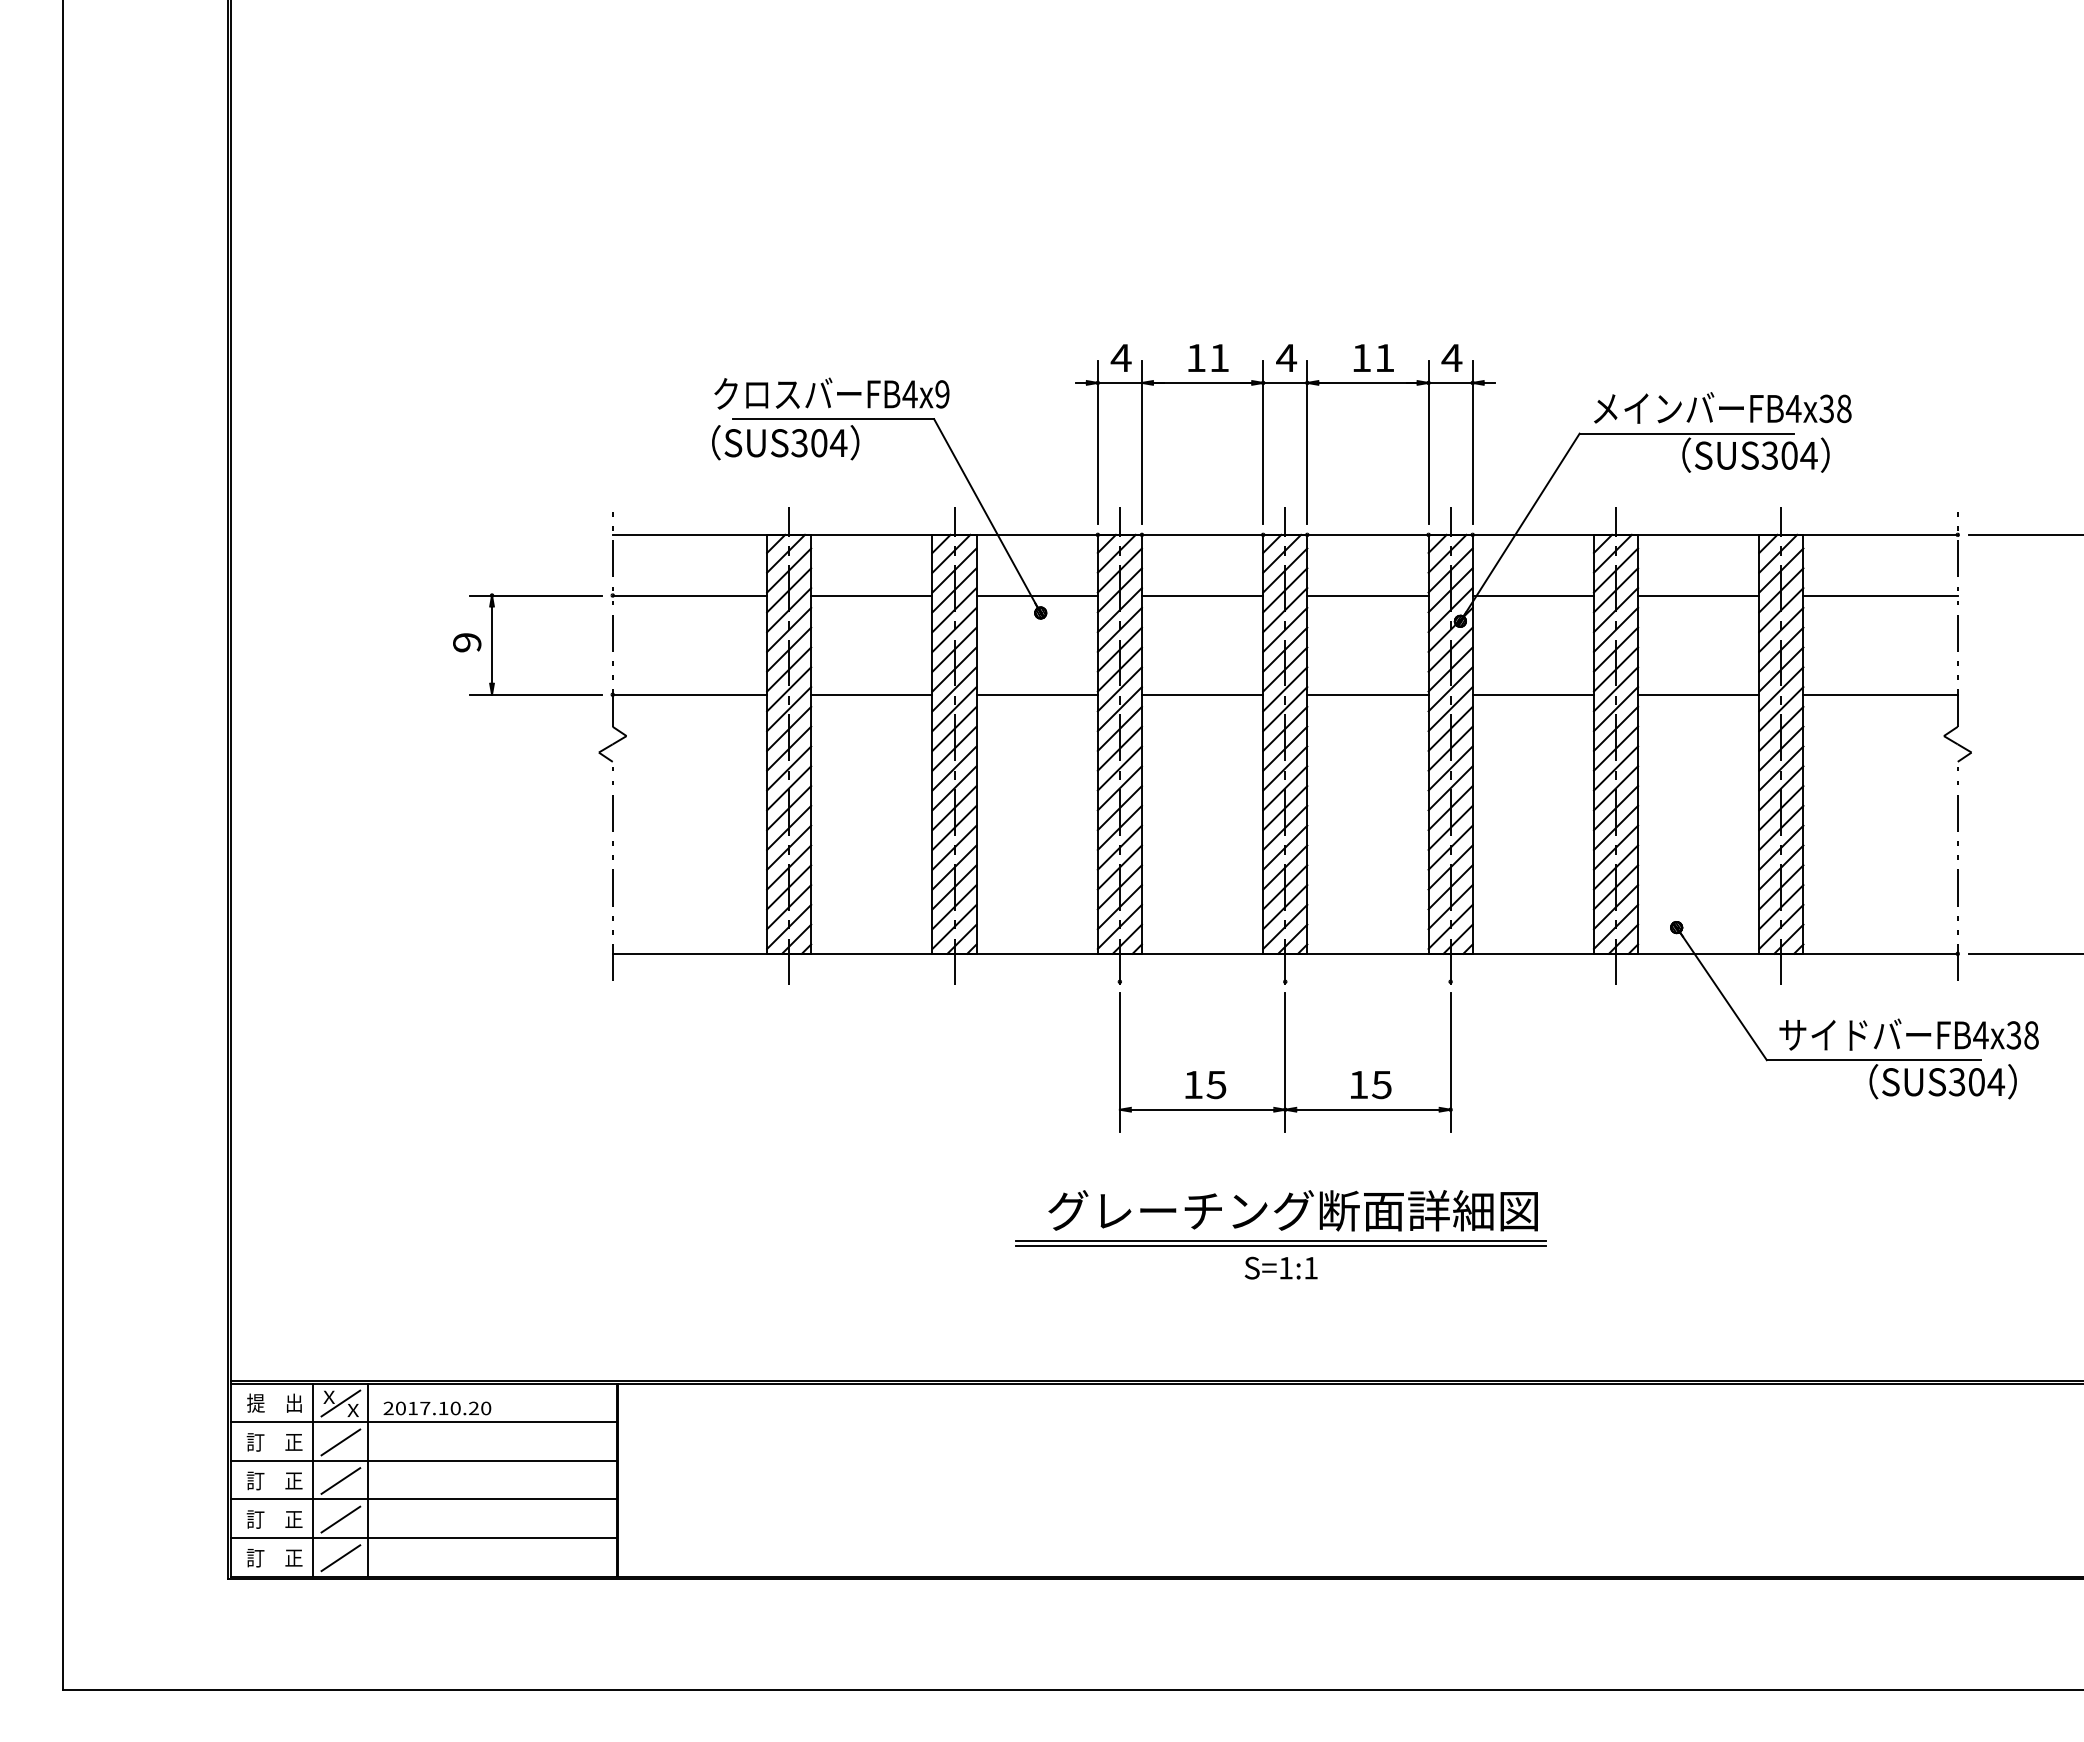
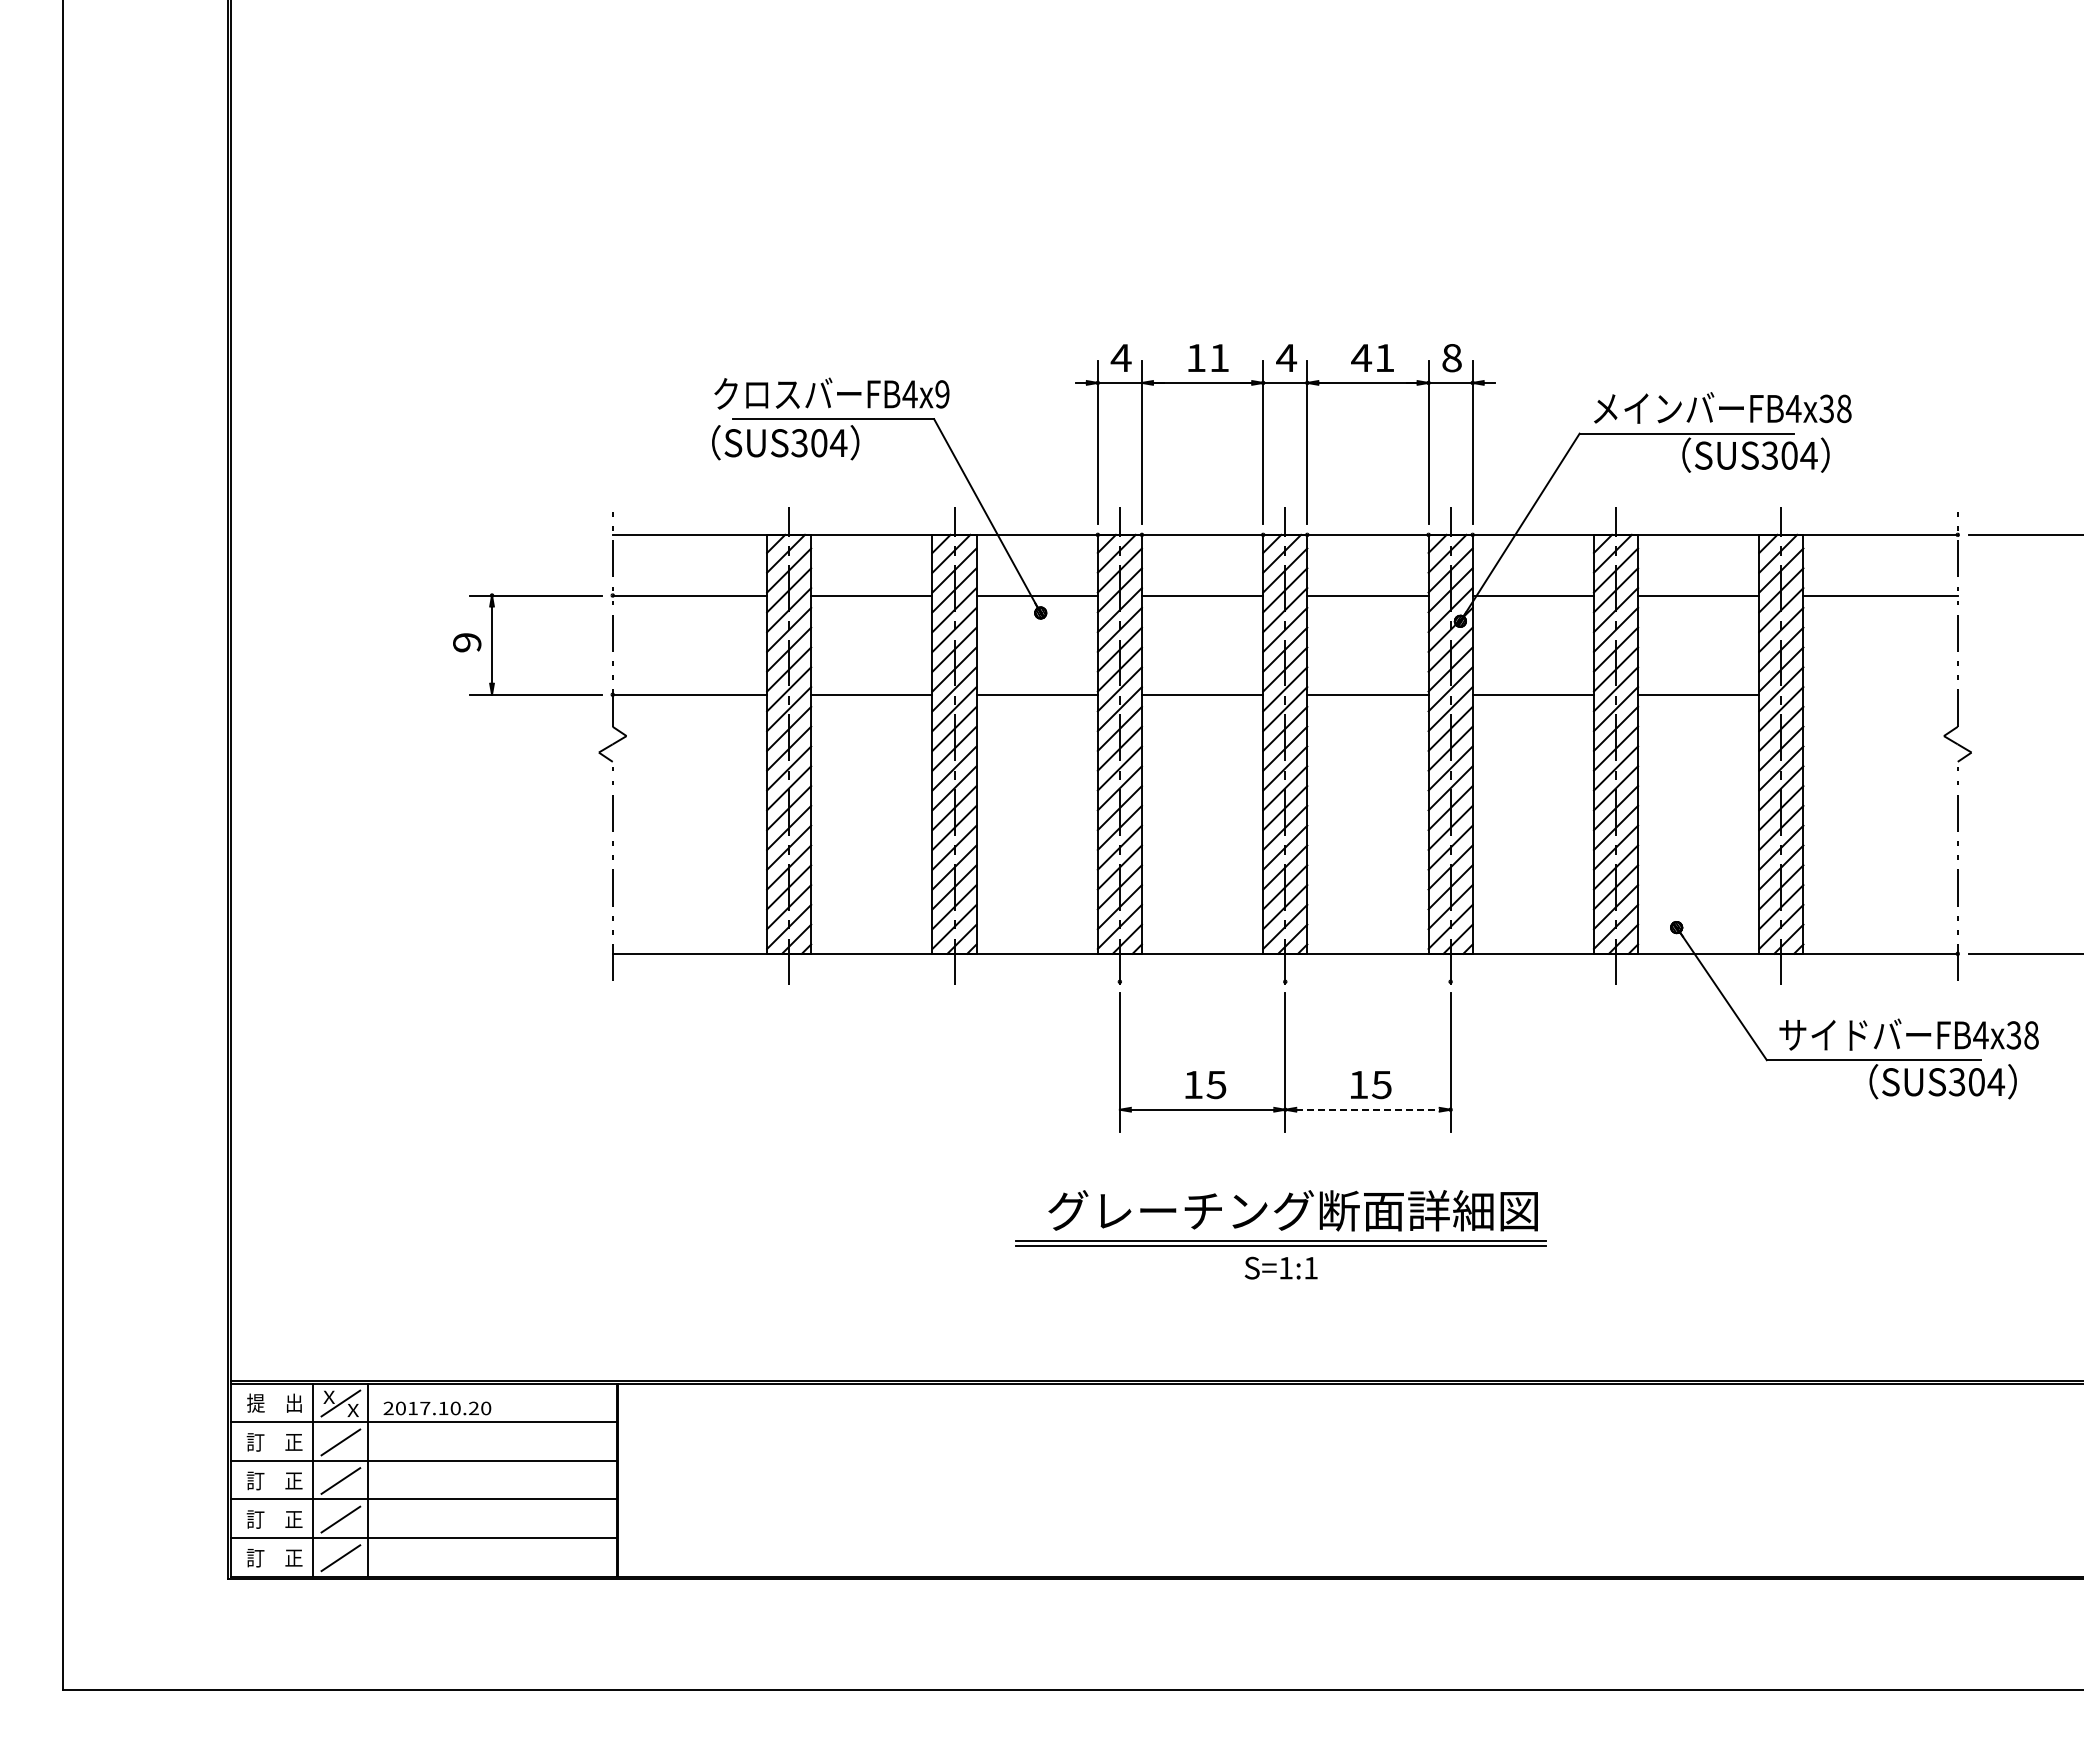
text at (1361, 357): 11 -> 41
text at (1451, 358): 4 -> 8
line at (1880, 694): present -> none
line at (1367, 1109): solid -> dashed
